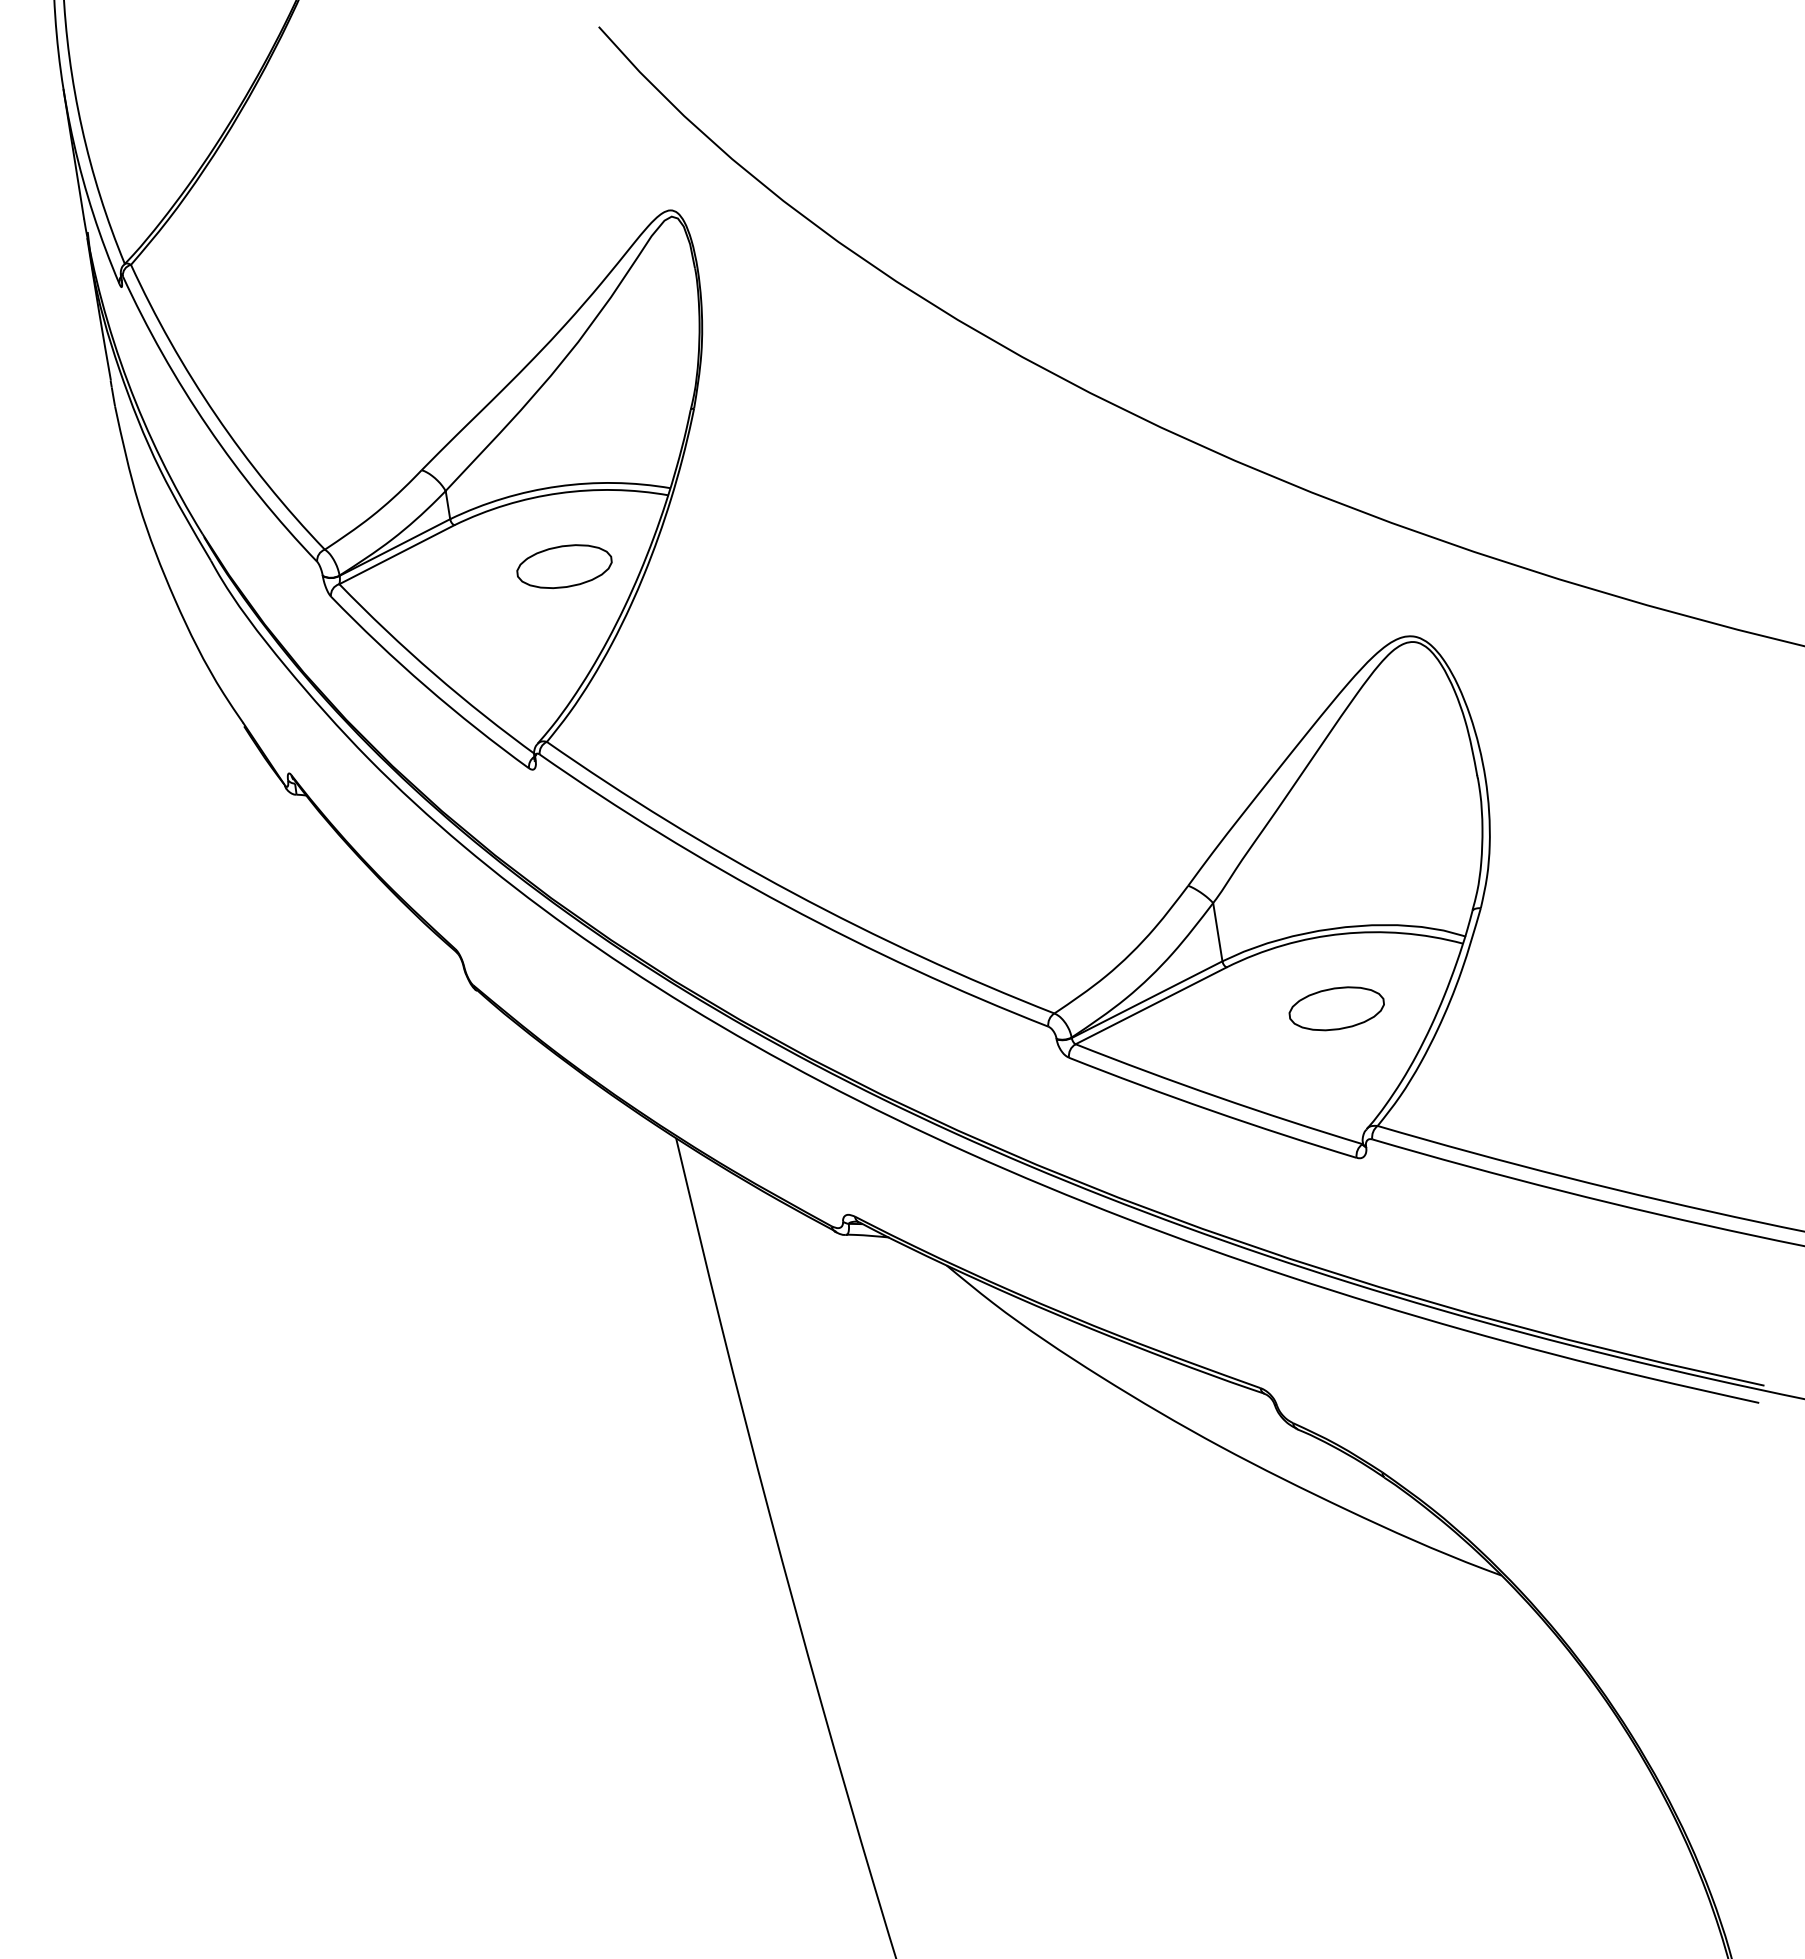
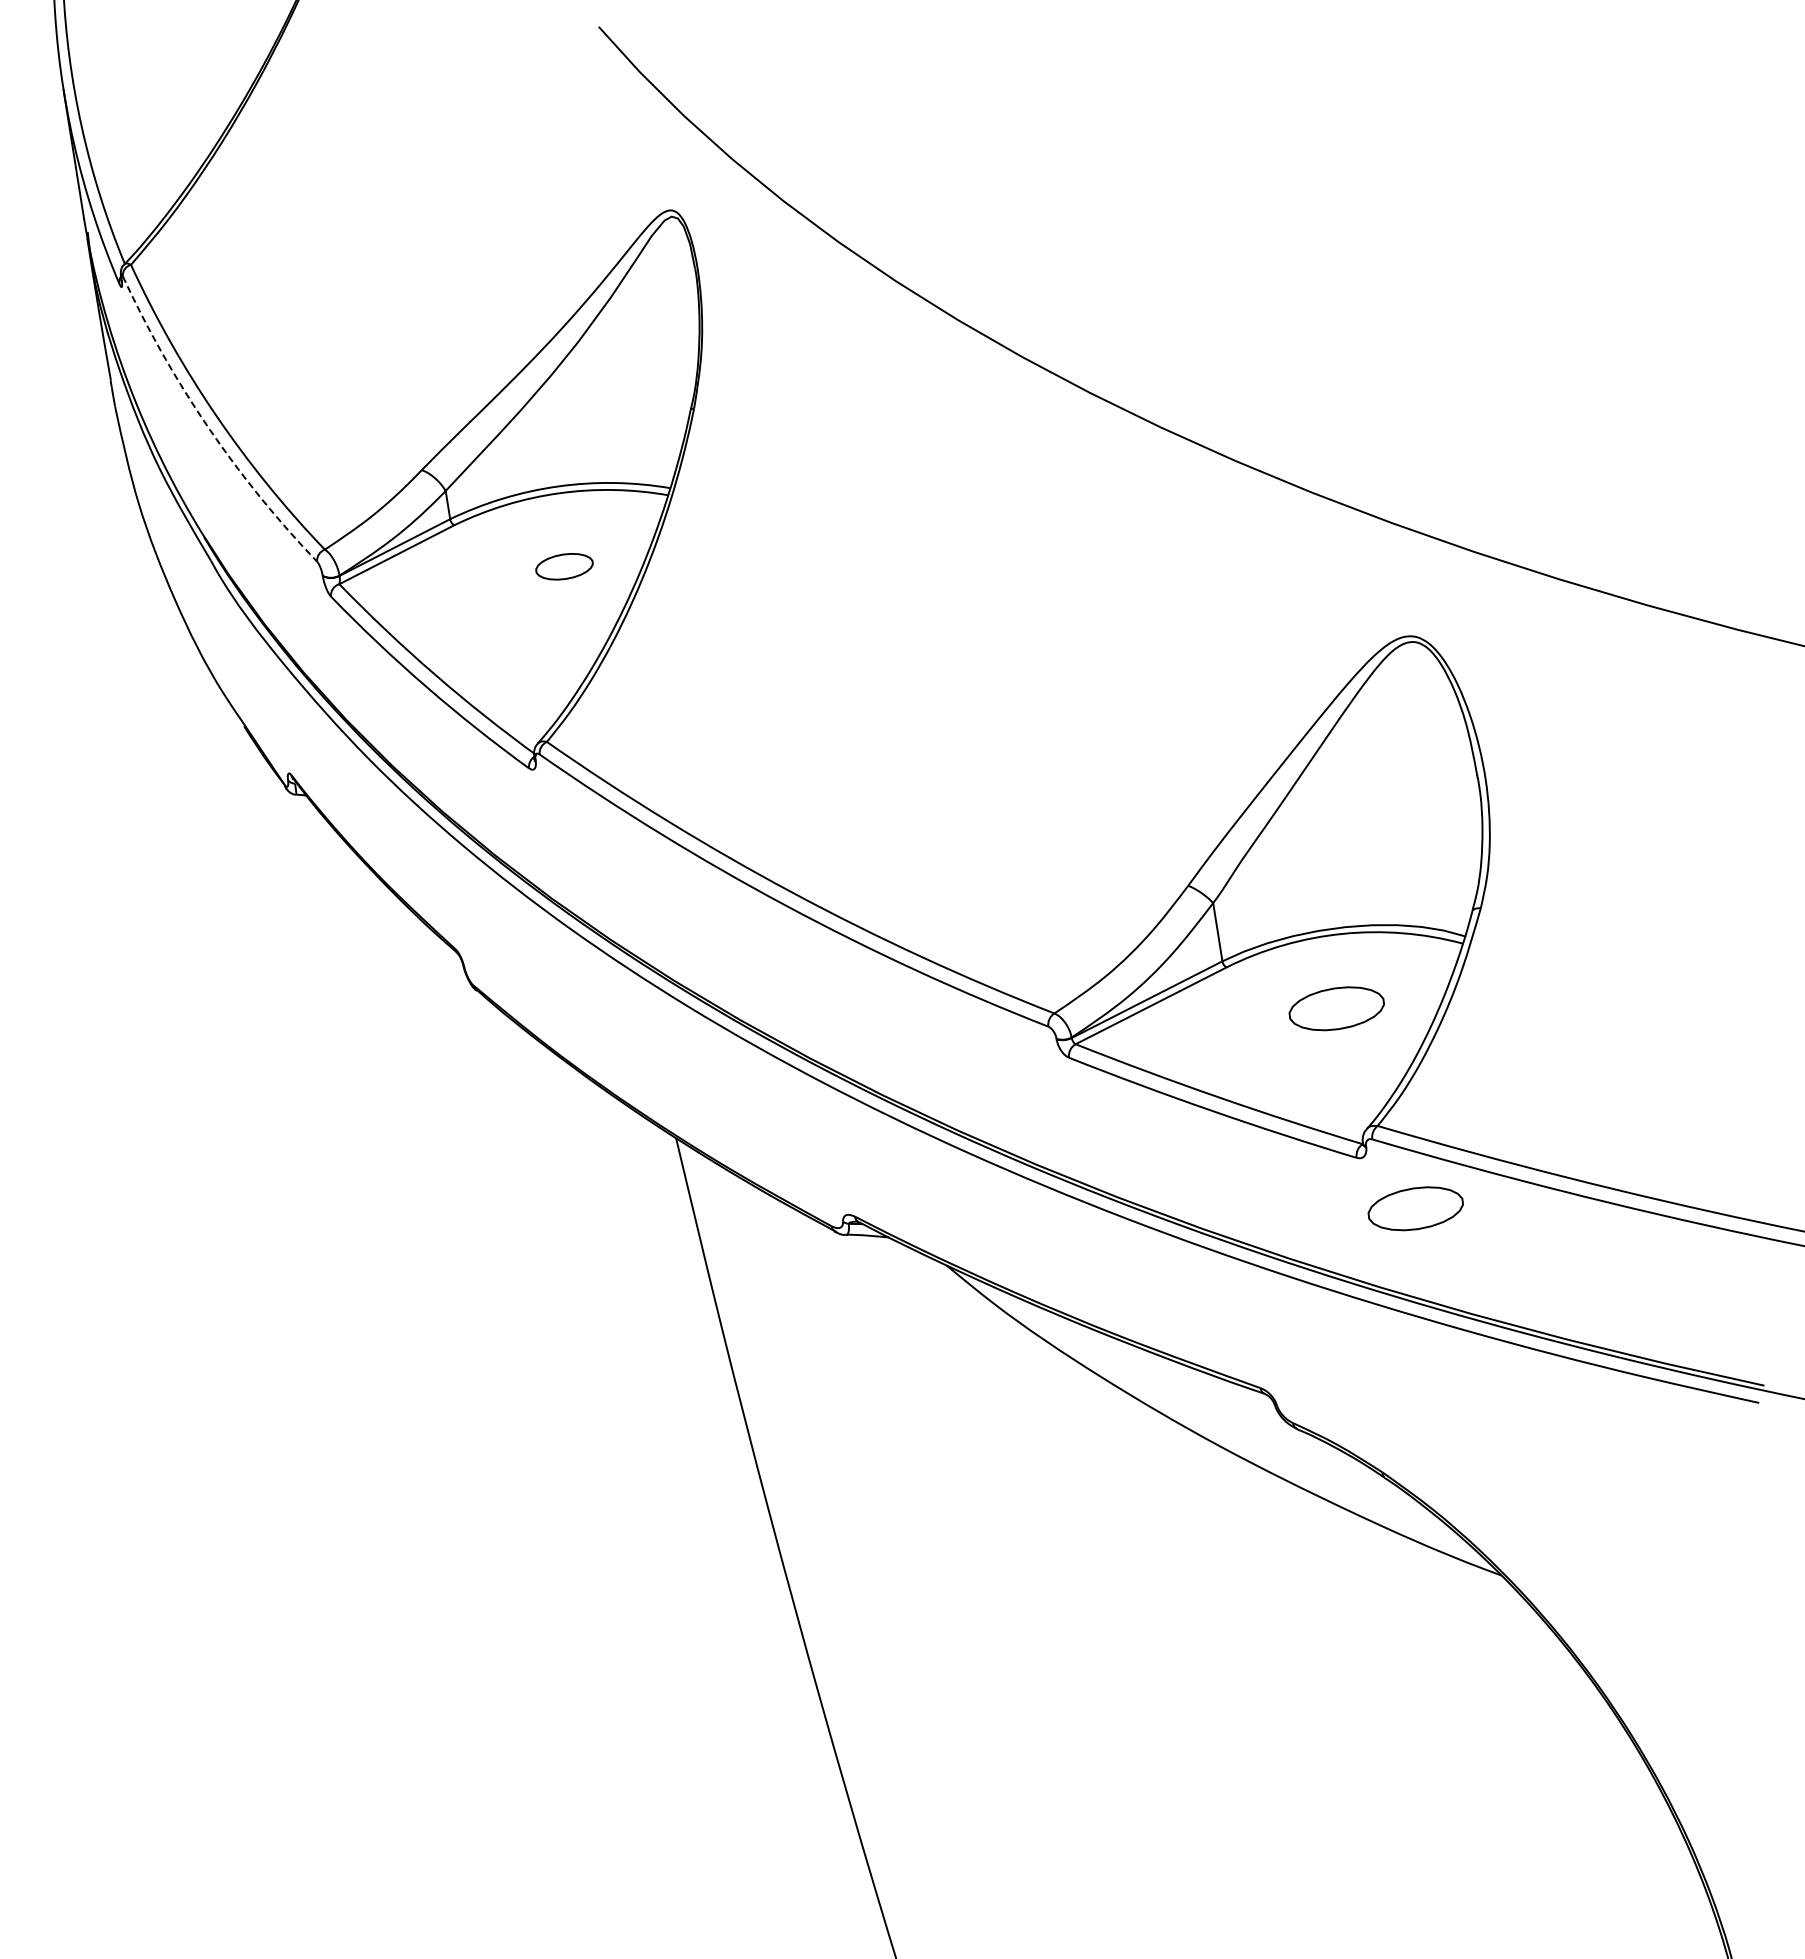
arc at (208, 427): solid -> dashed
part at (564, 566) size: 97x46 px -> 59x28 px
part at (1415, 1208): none -> present
